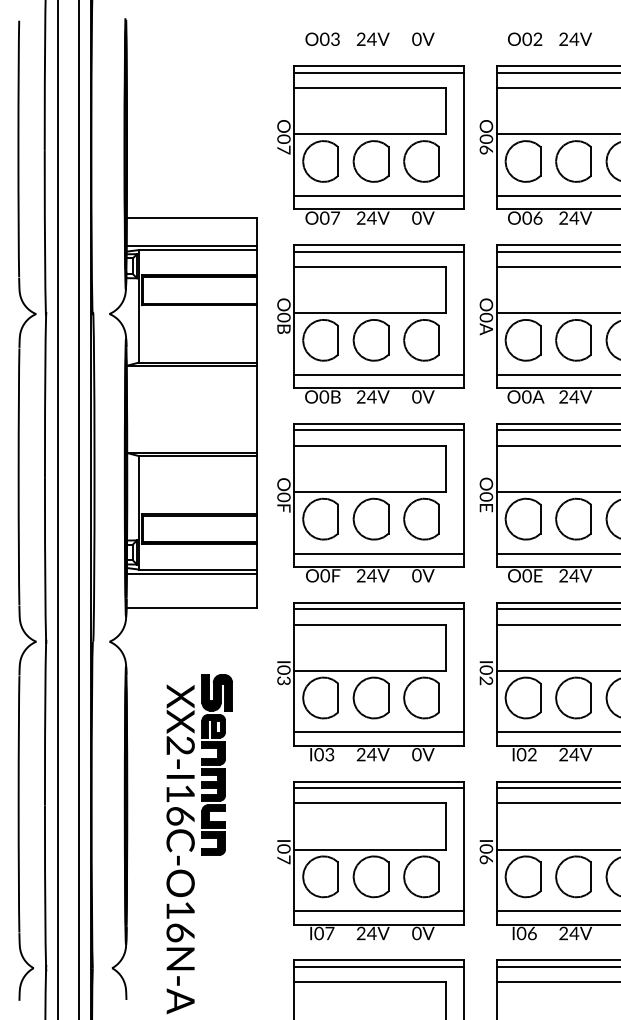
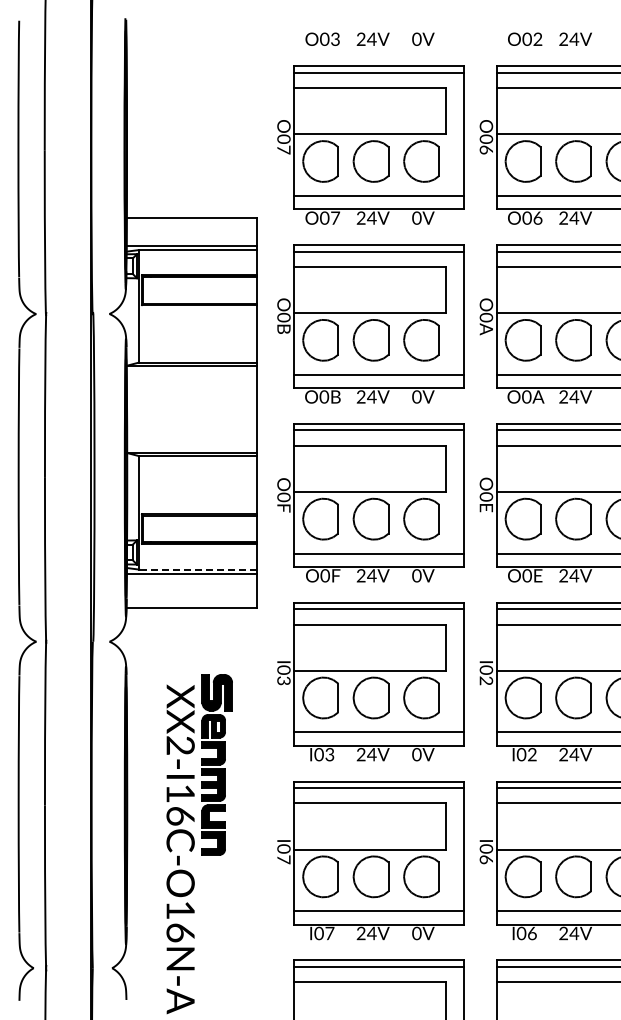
line at (57, 509): present -> none
line at (79, 509): present -> none
line at (198, 569): solid -> dashed
